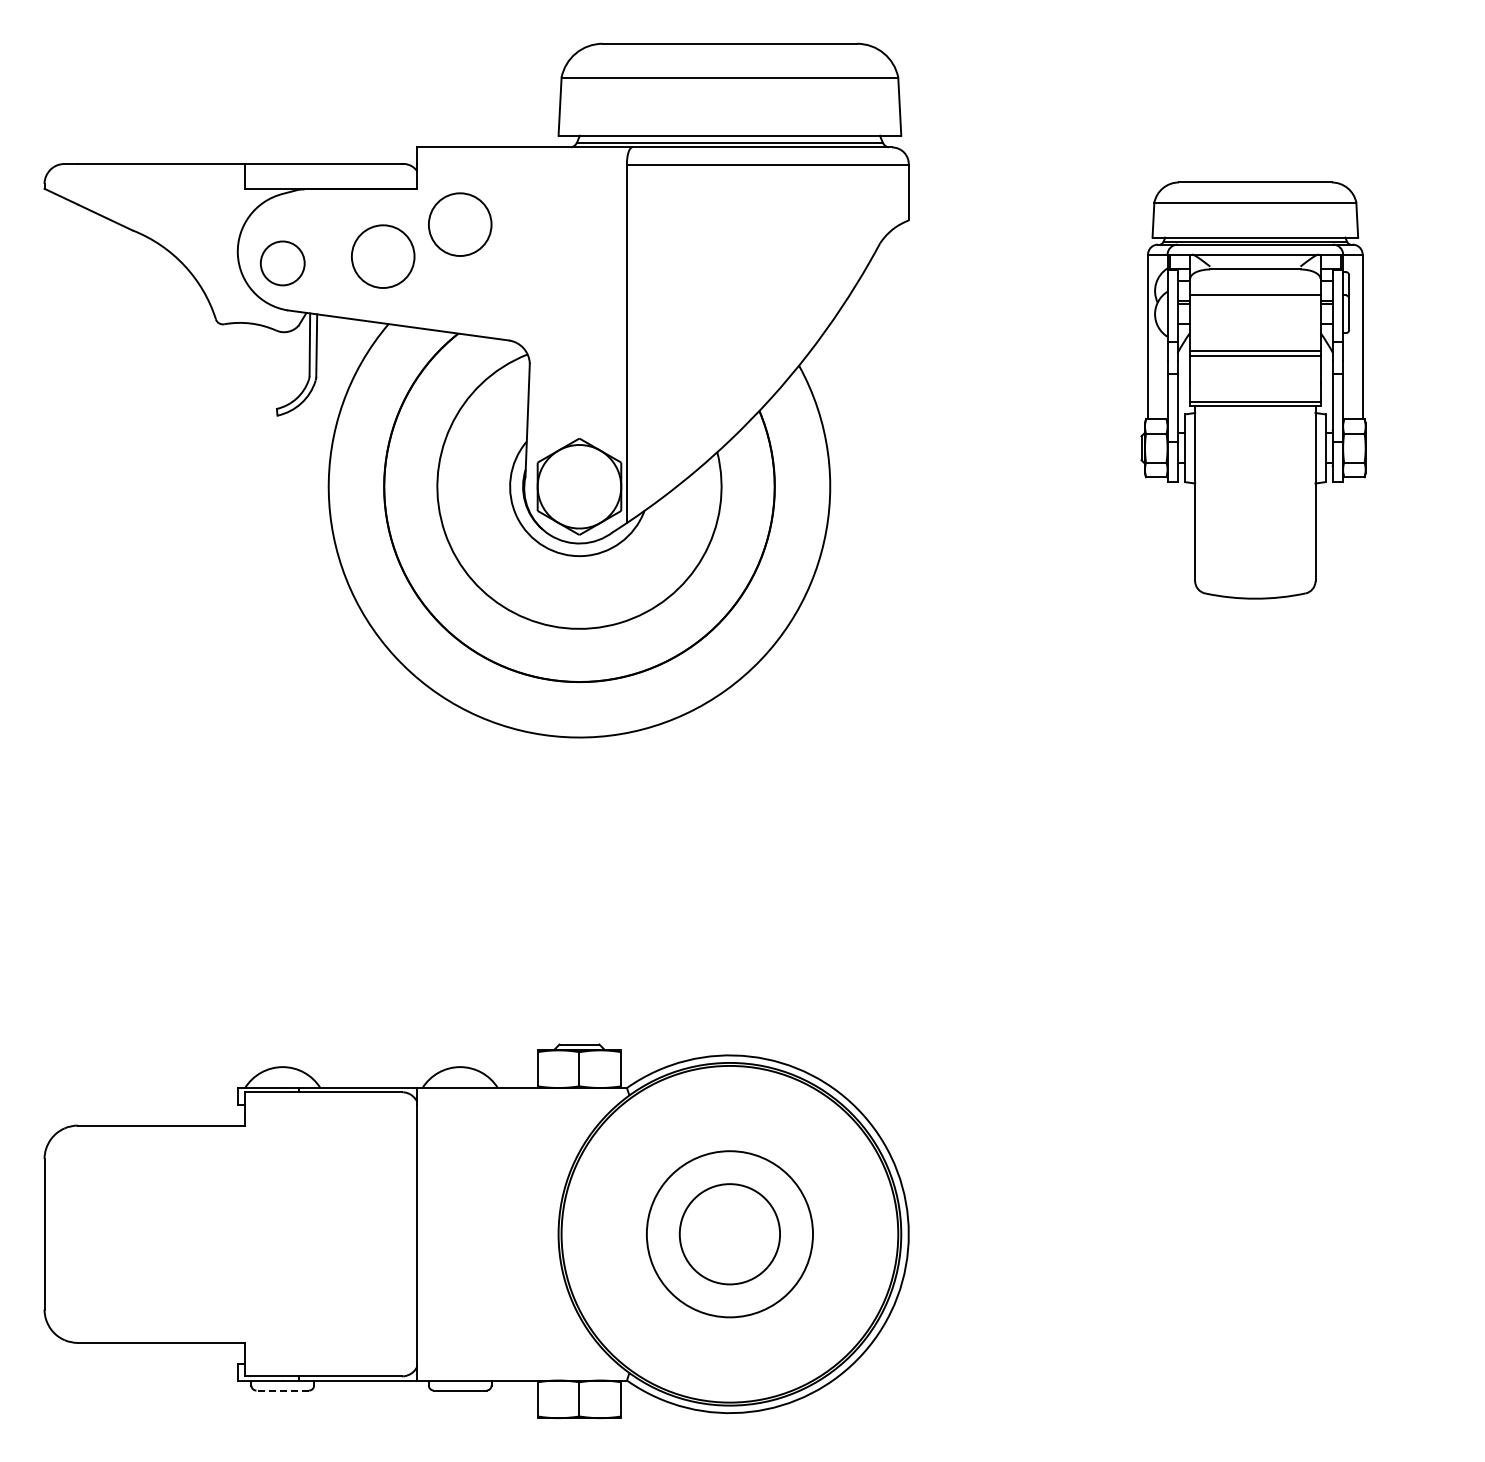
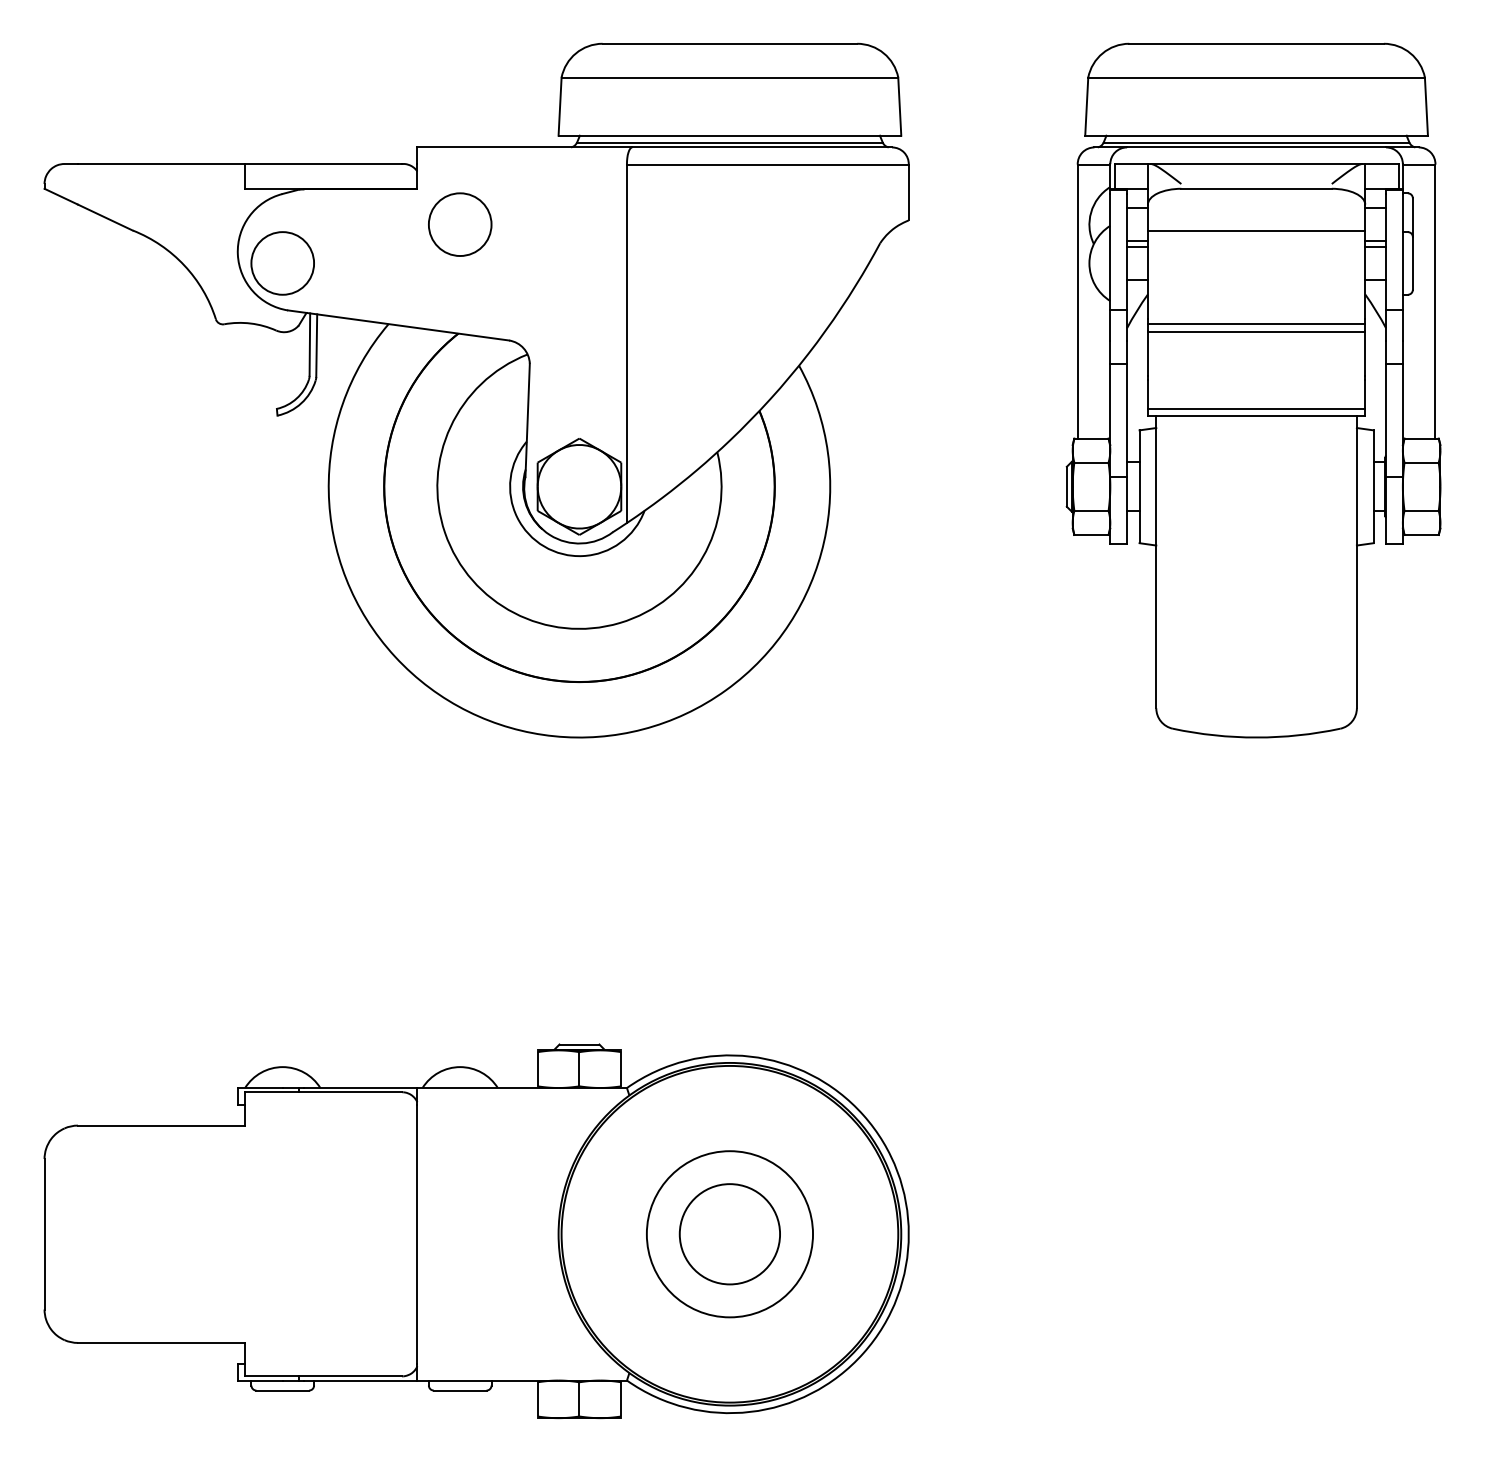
circle at (383, 256): present -> none
circle at (282, 263) diameter: 44 px -> 63 px
part at (1253, 390) size: 227x419 px -> 377x697 px
line at (282, 1390): dashed -> solid
